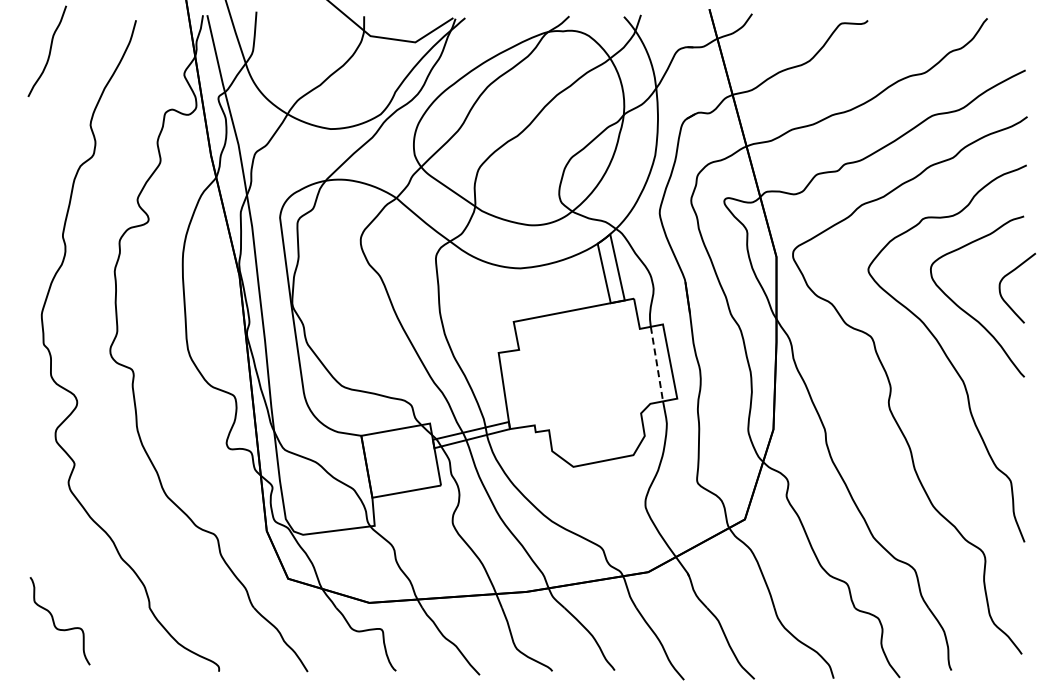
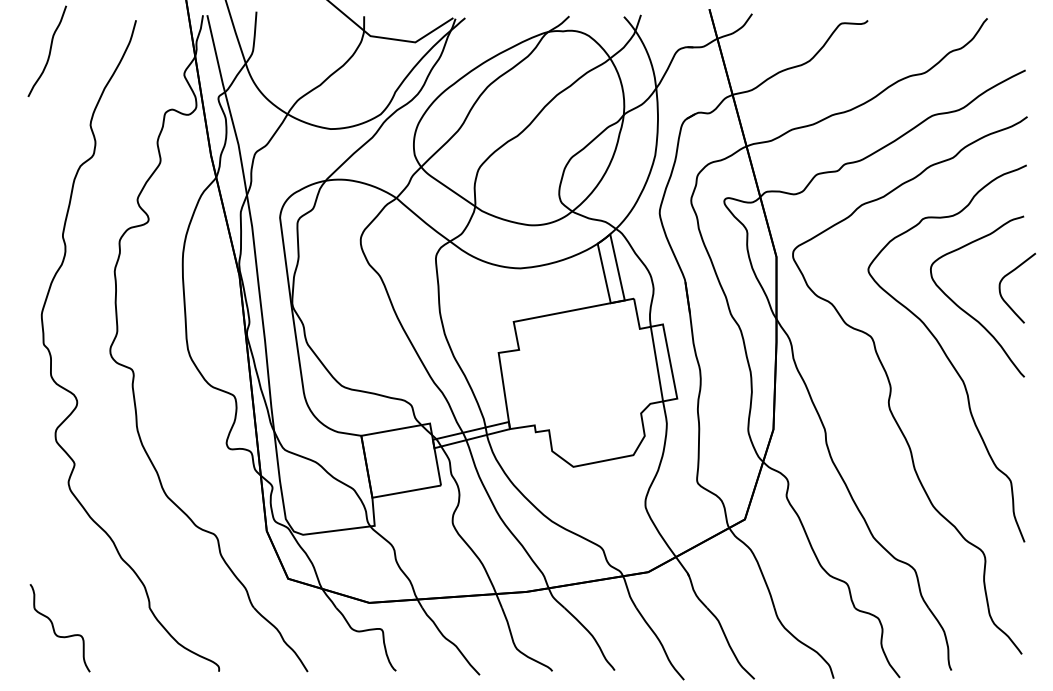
line at (656, 364): dashed -> solid
part at (59, 621) position: (59, 621) -> (59, 628)
